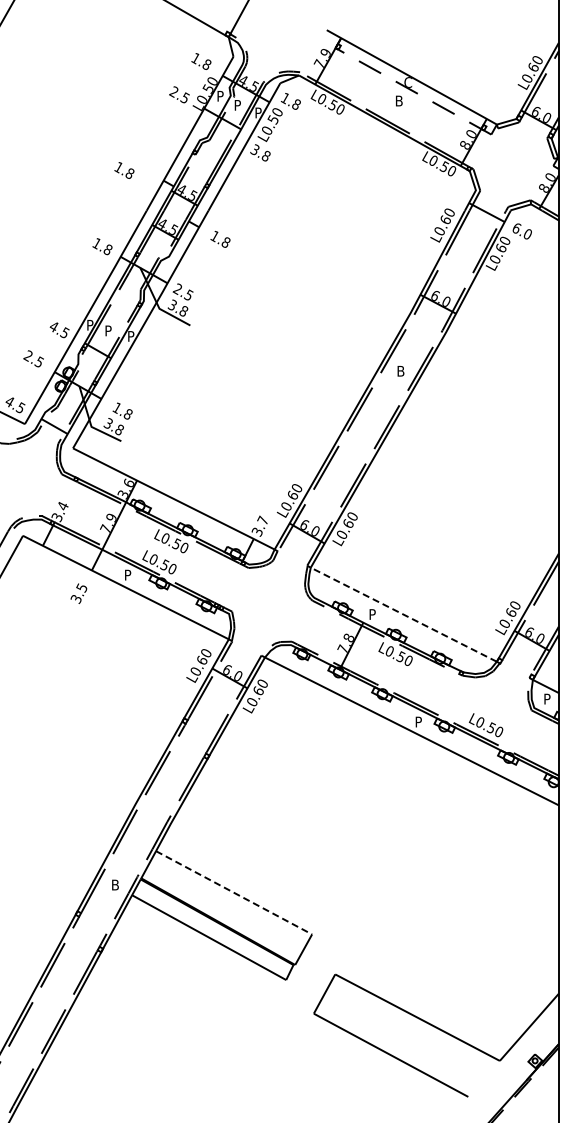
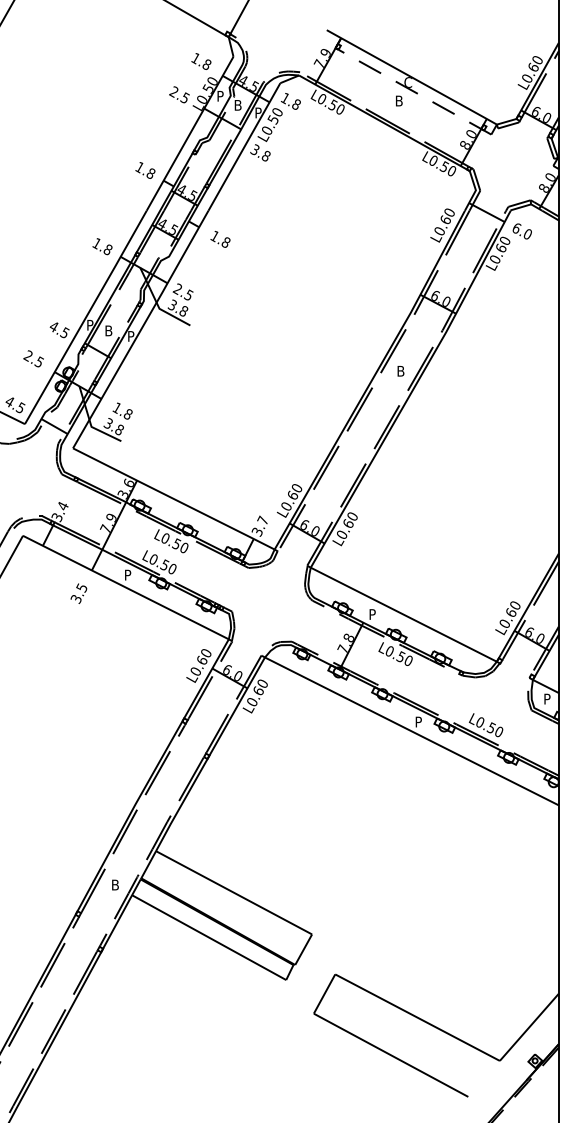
text at (238, 105): P -> B
text at (124, 170) position: (124, 170) -> (145, 170)
text at (109, 330): P -> B
line at (403, 614): dashed -> solid
line at (234, 893): dashed -> solid
